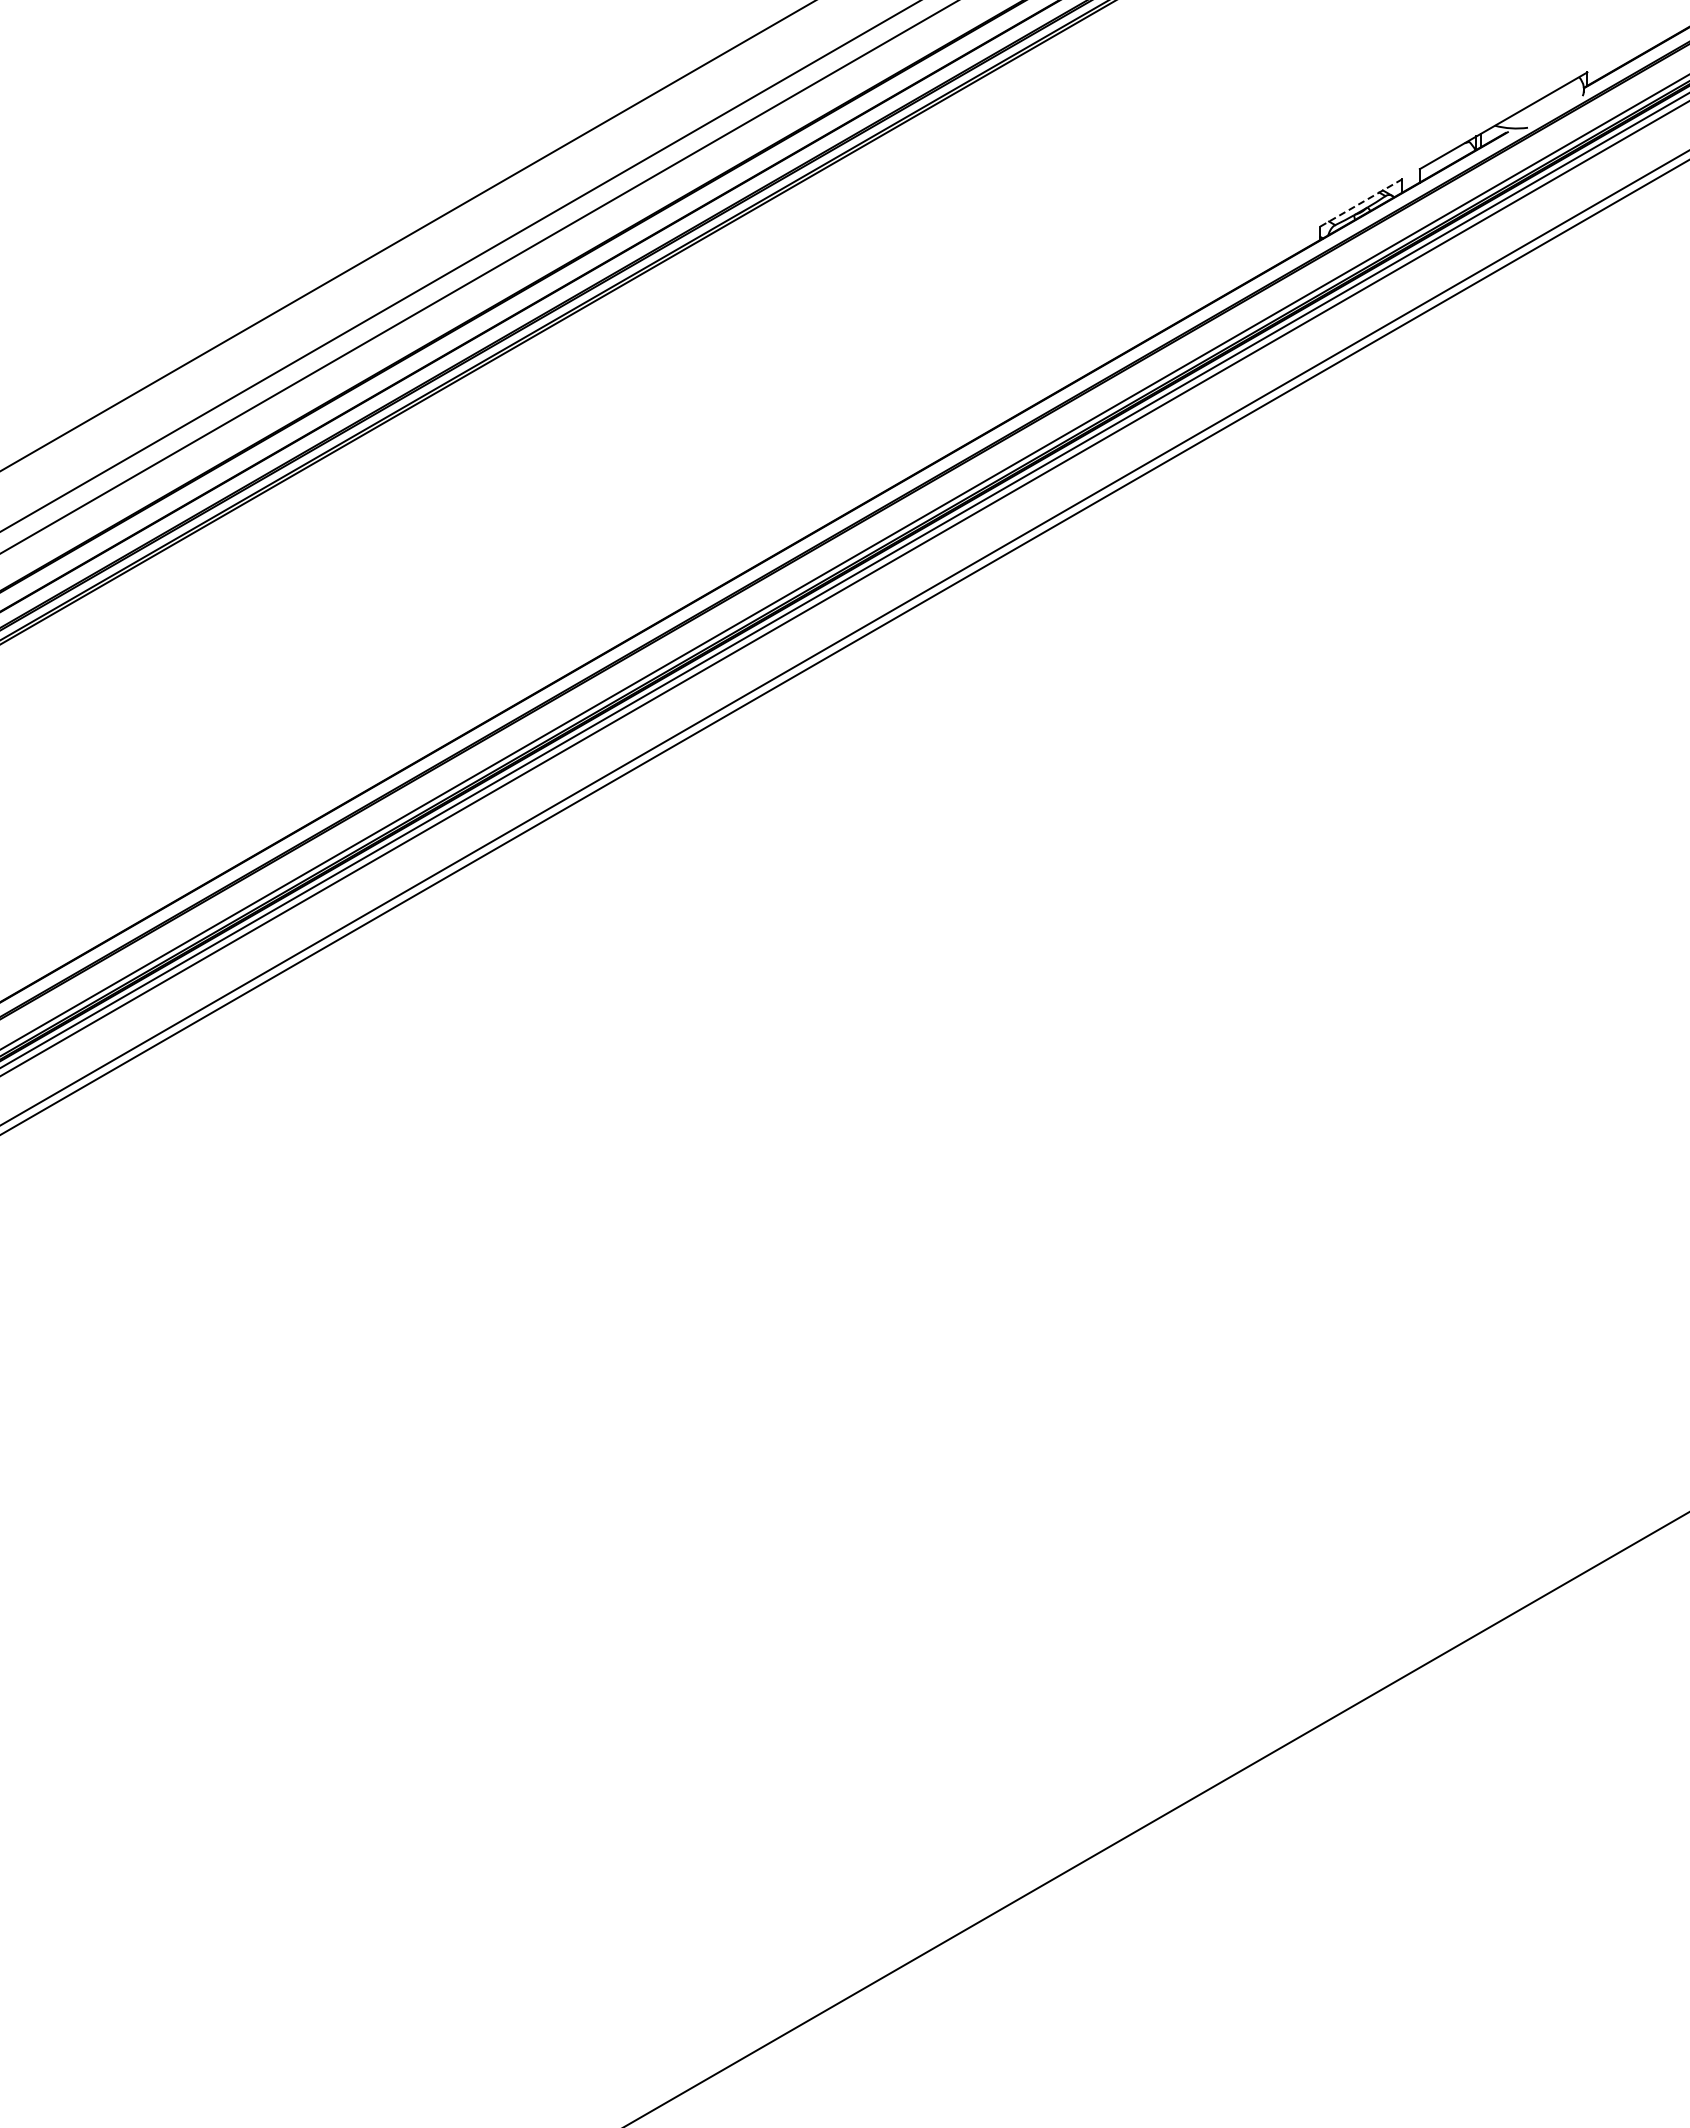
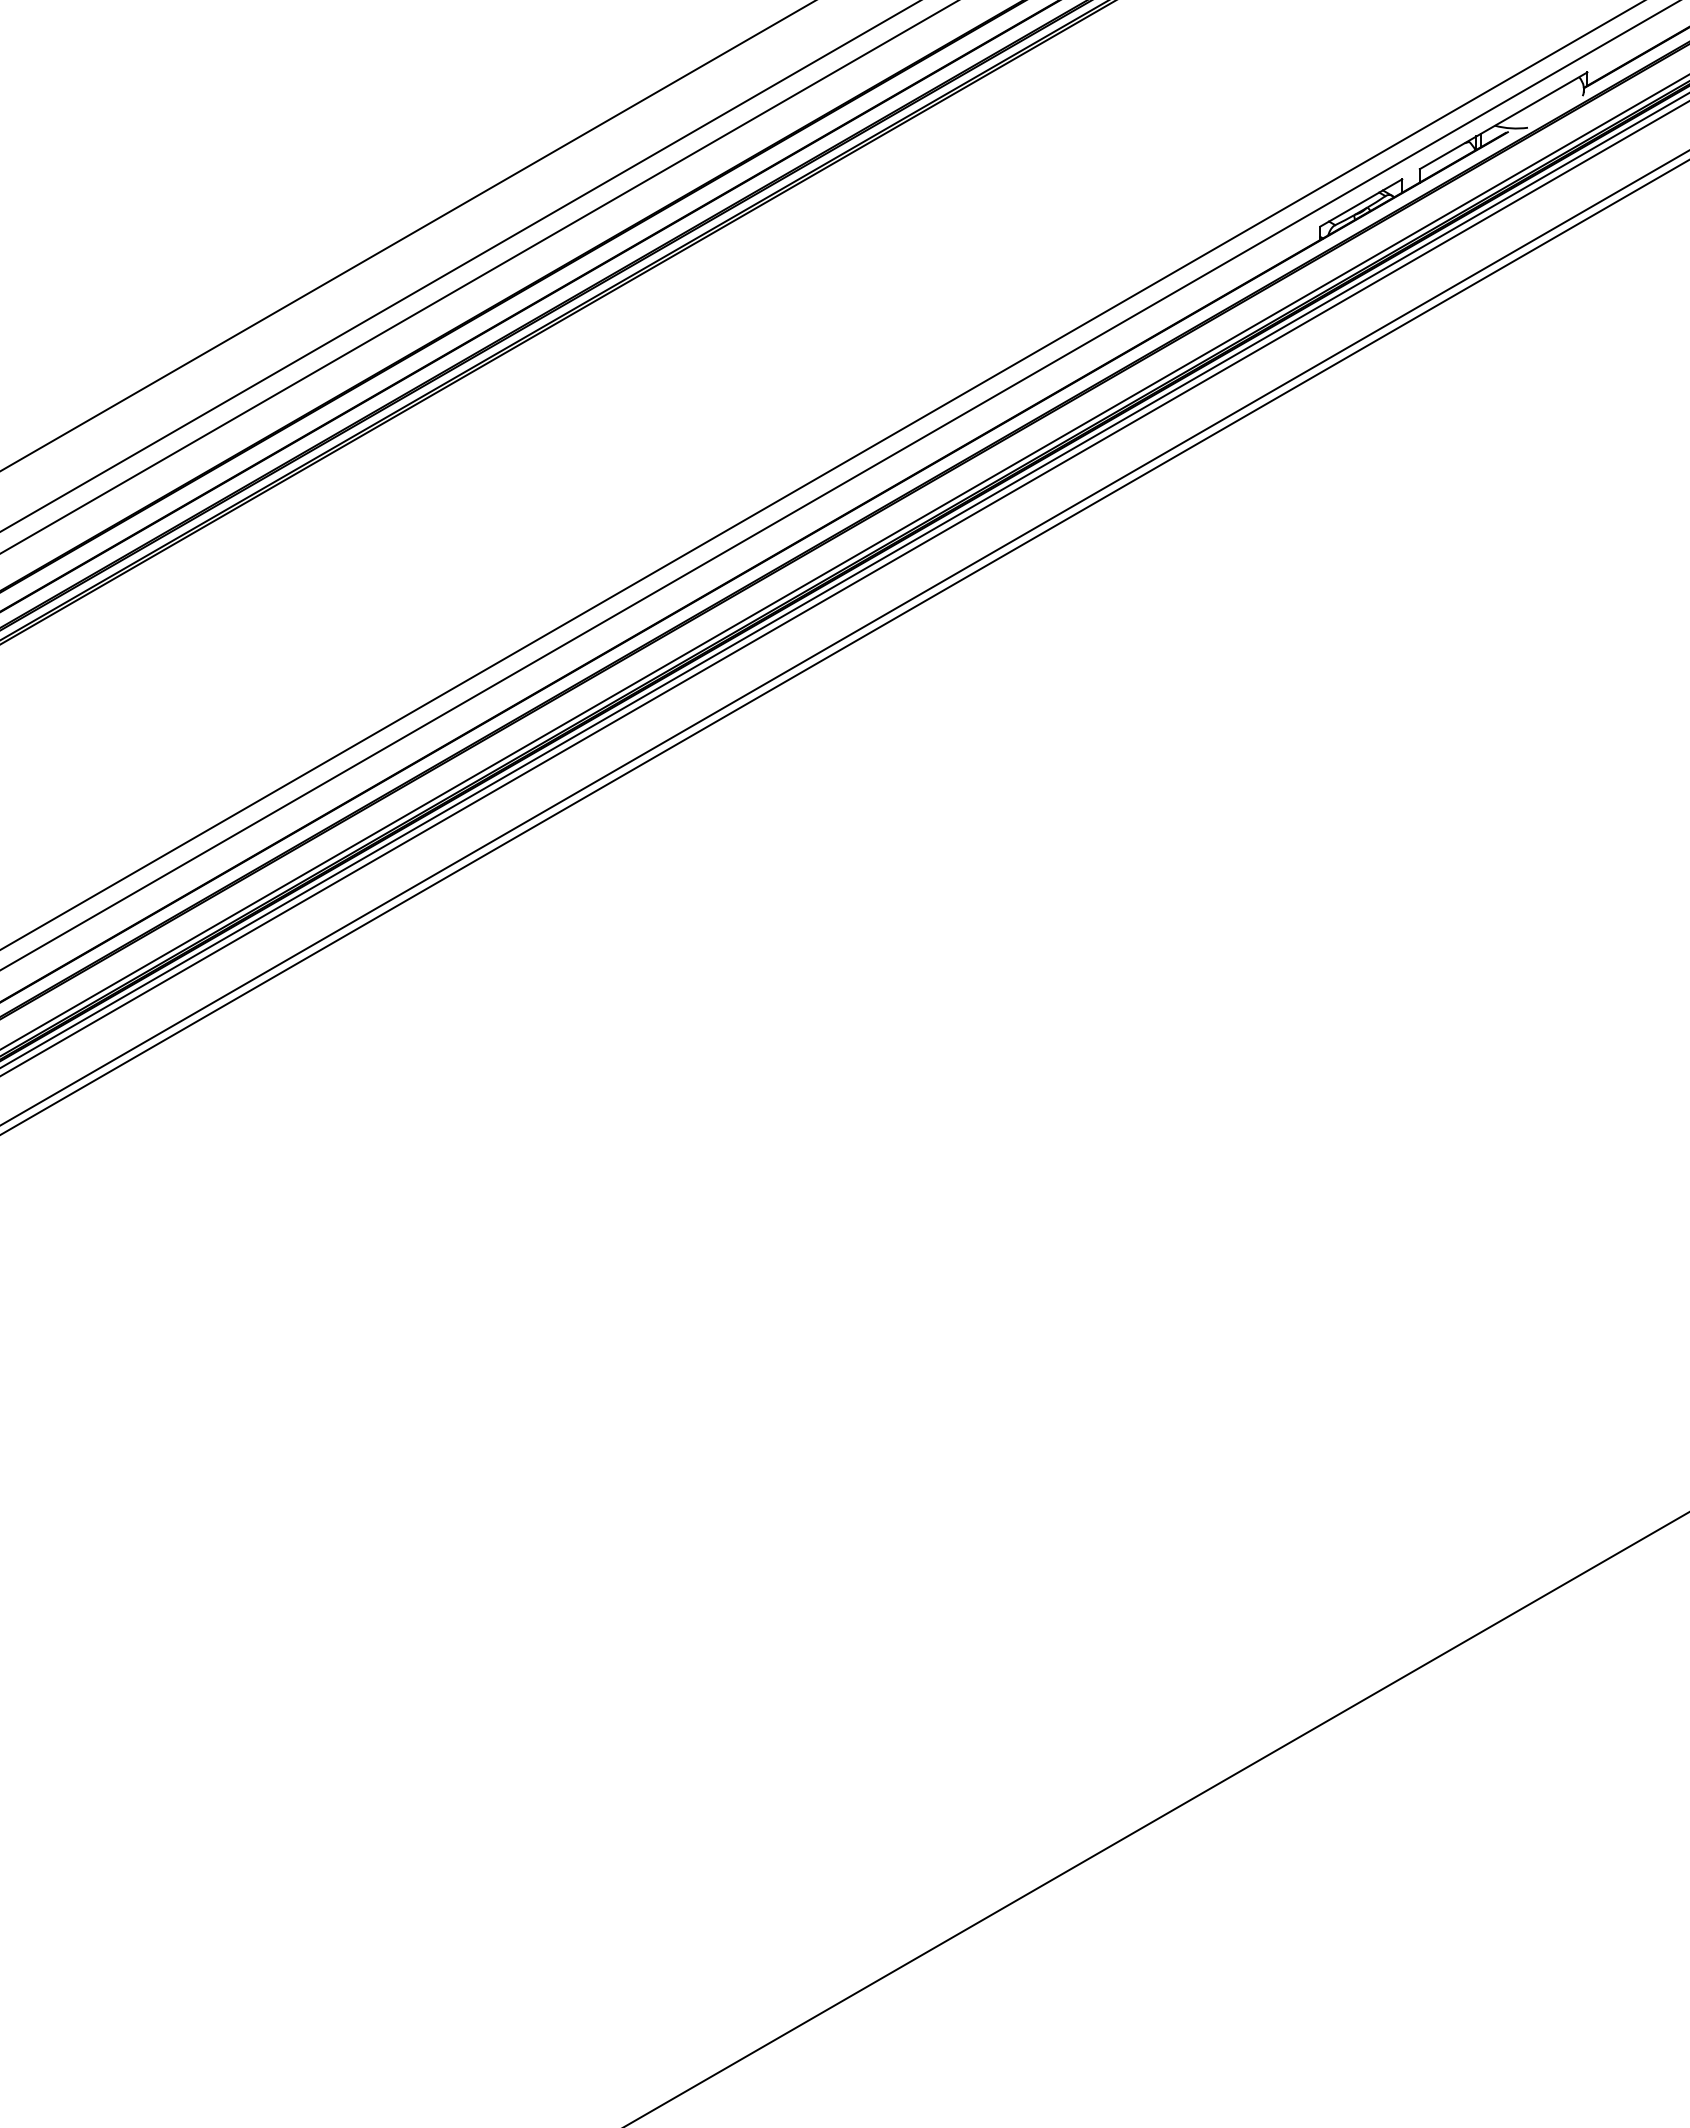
line at (1361, 202): dashed -> solid
line at (821, 475): none -> present
line at (839, 485): none -> present
